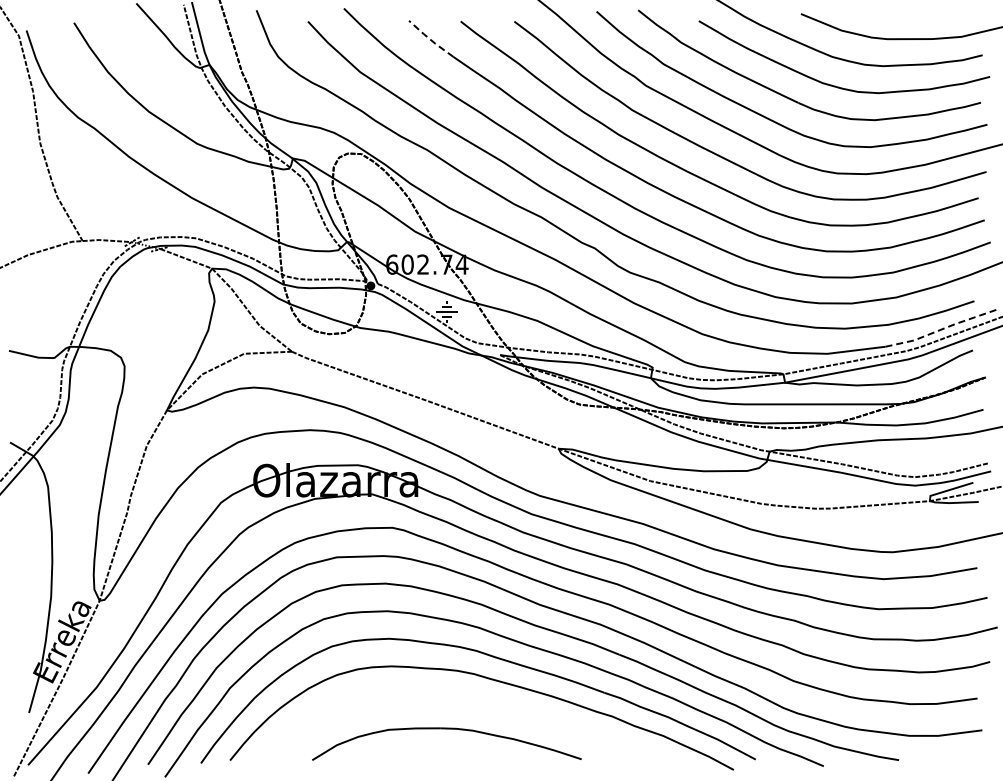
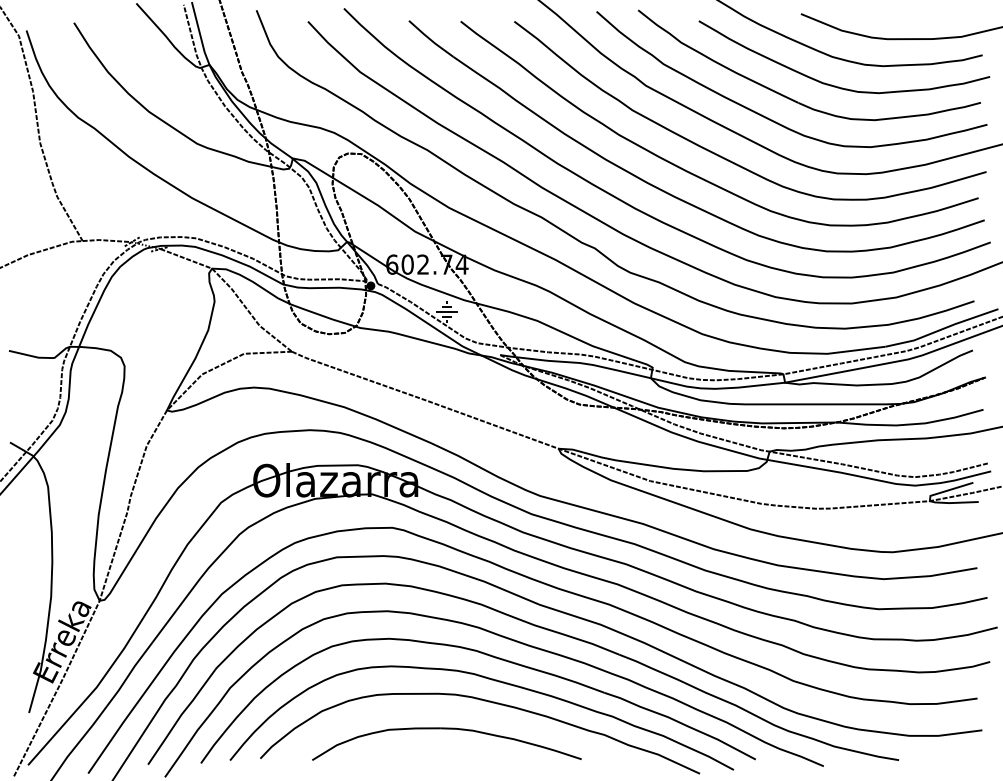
line at (430, 39): dashed -> solid
line at (942, 329): dashed -> solid
curve at (488, 702): none -> present
